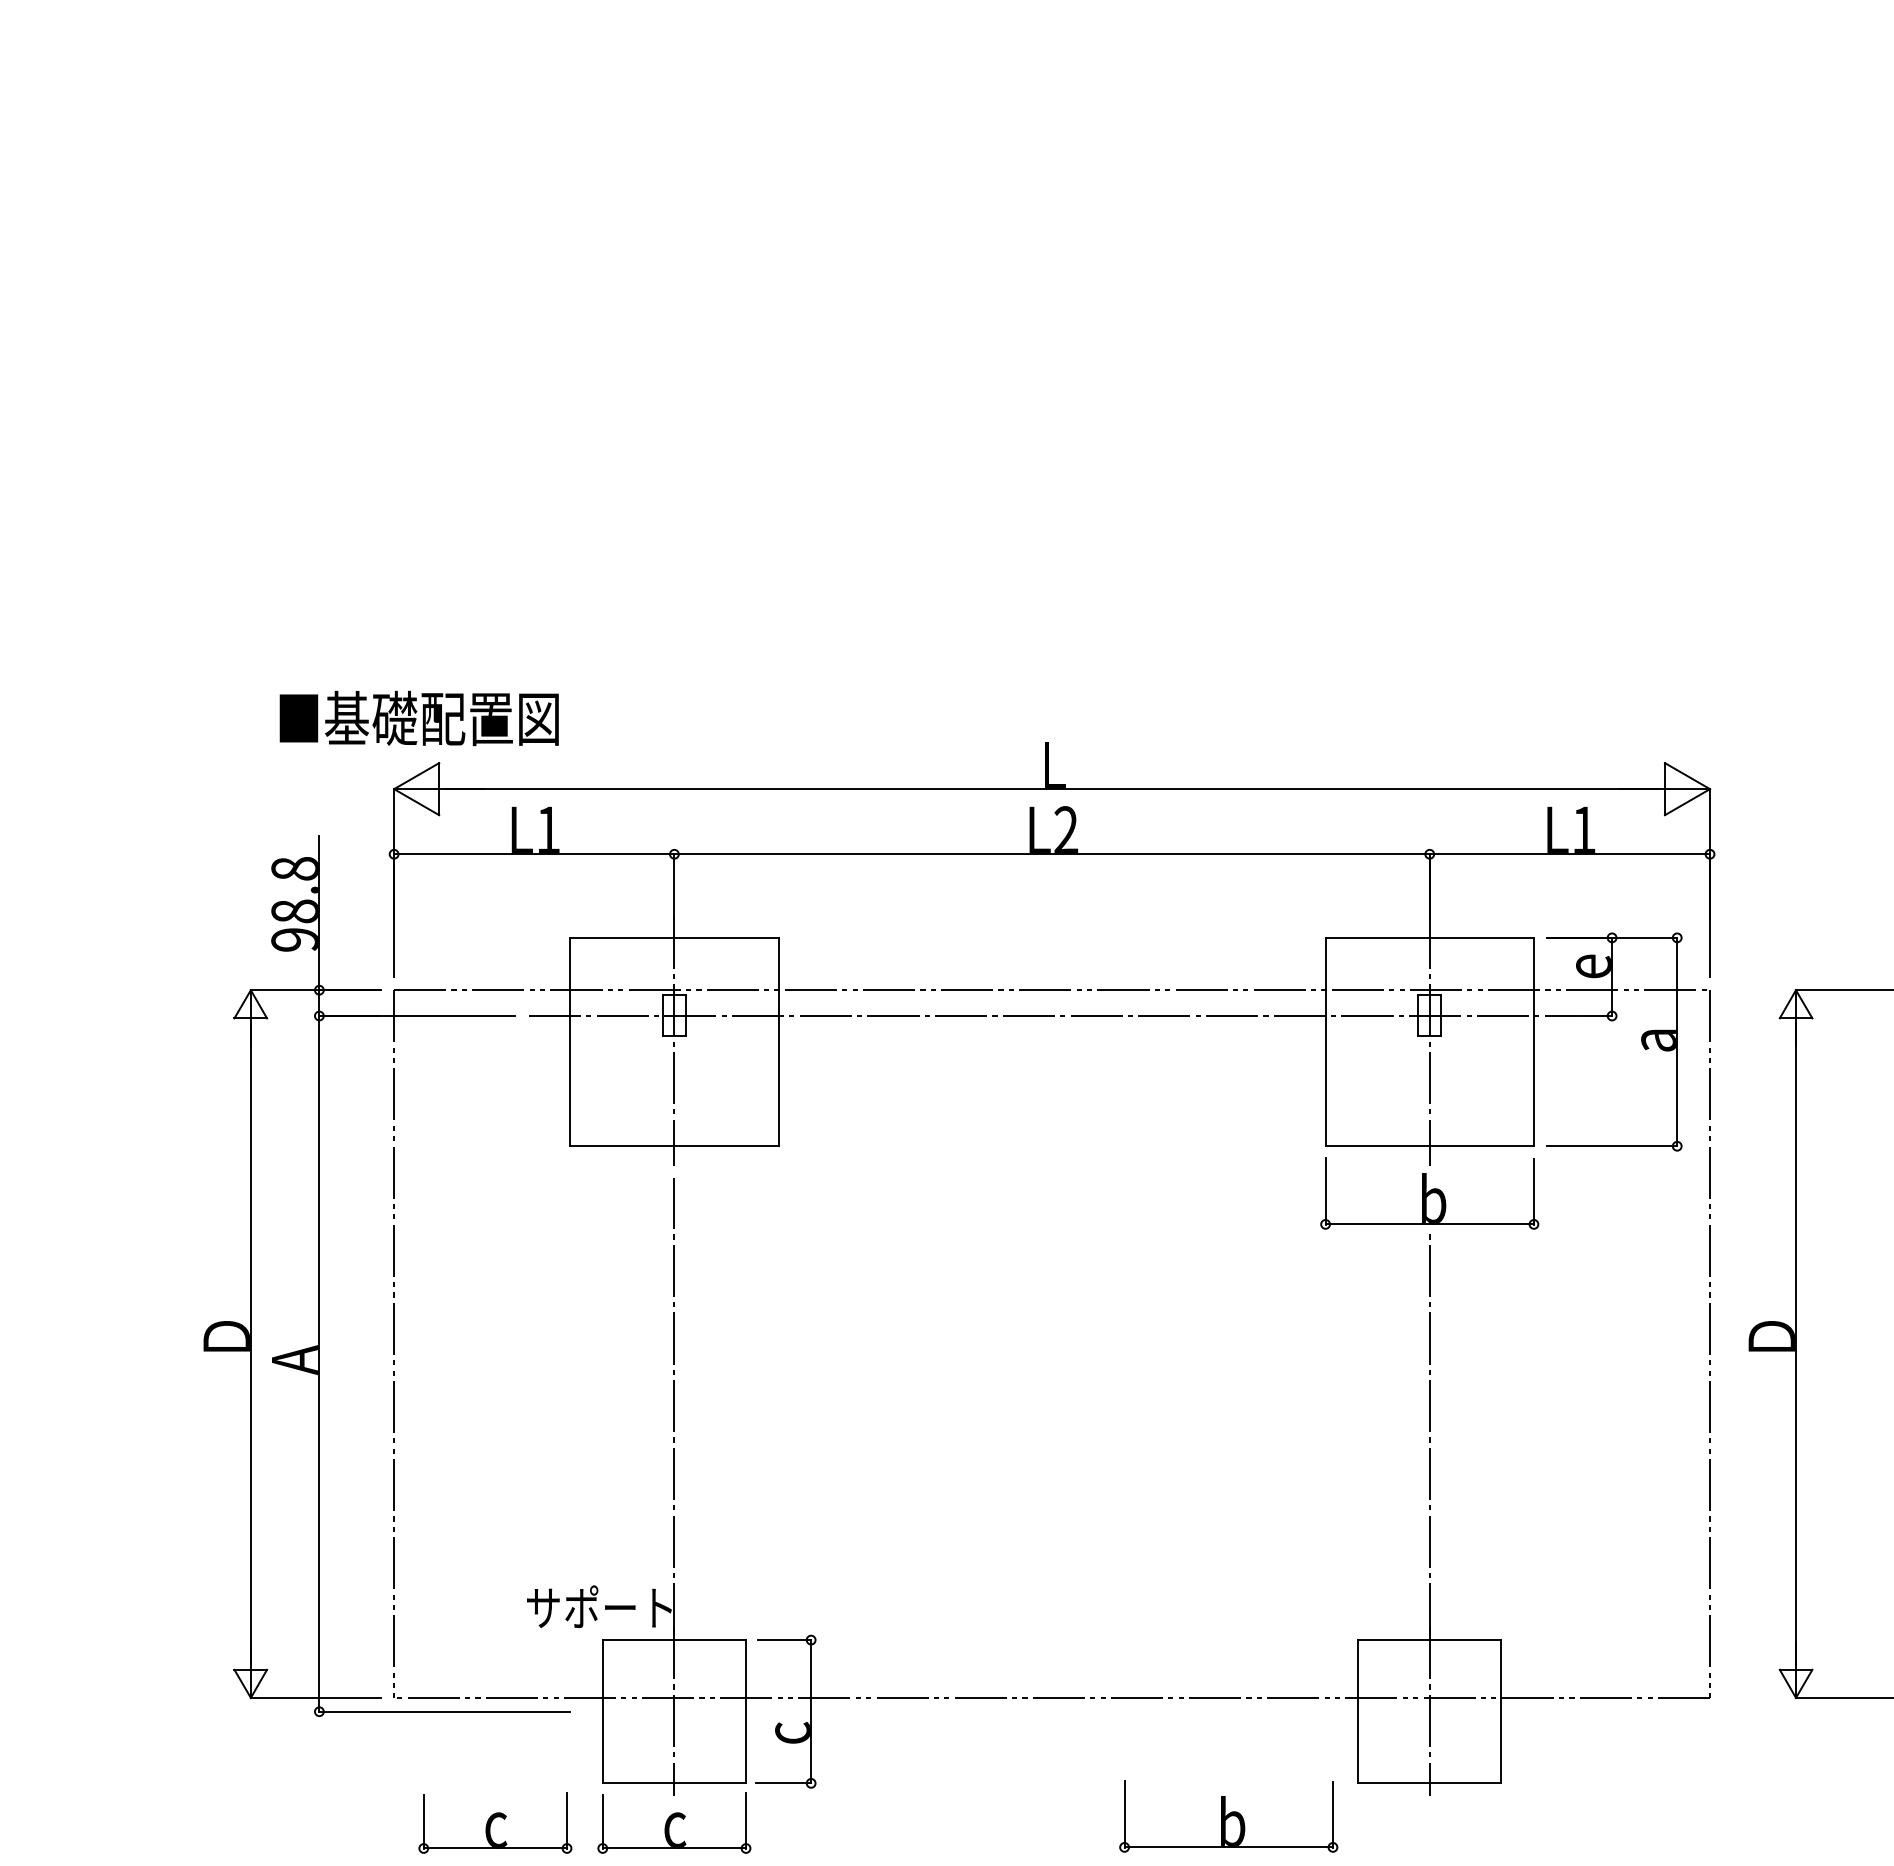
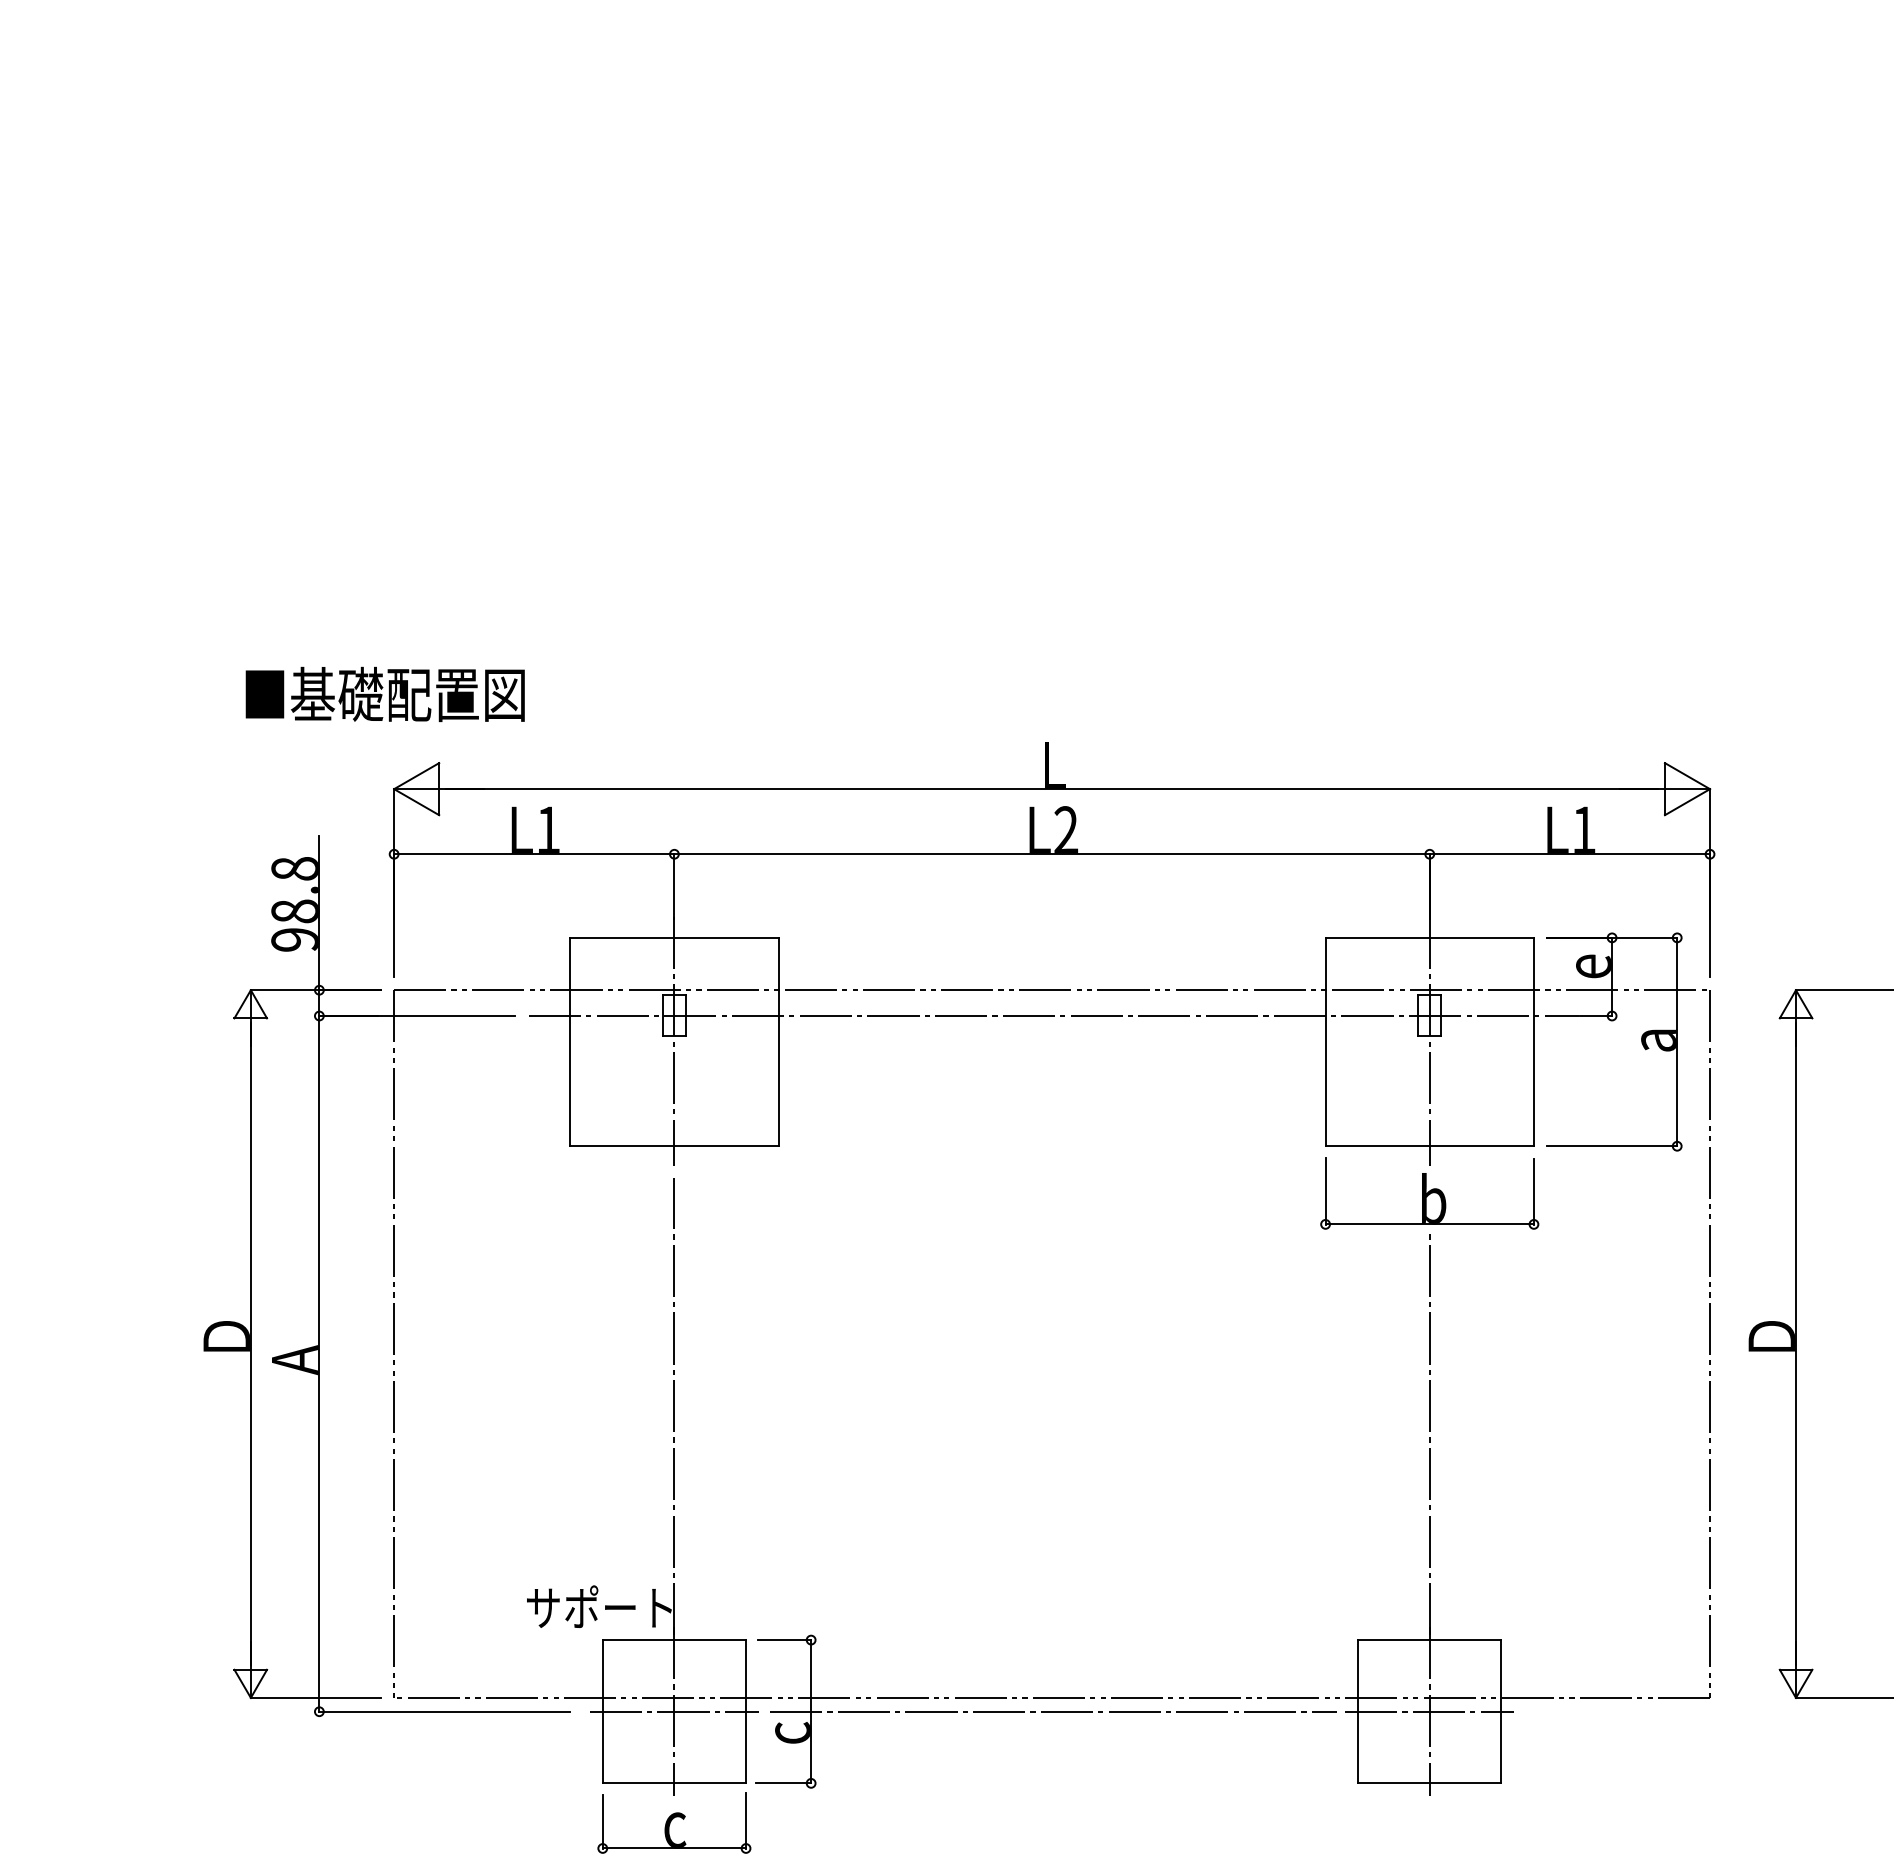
text at (418, 717) position: (418, 717) -> (384, 693)
line at (674, 1711): none -> present
line at (1053, 1711): none -> present
line at (1429, 1711): none -> present
part at (1228, 1816): present -> none
part at (495, 1822): present -> none
